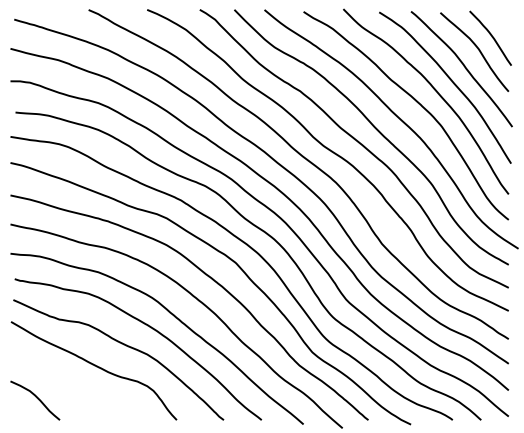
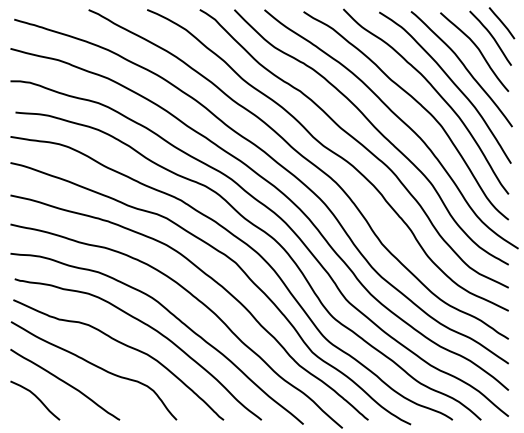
line at (501, 23): none -> present
curve at (65, 383): none -> present
